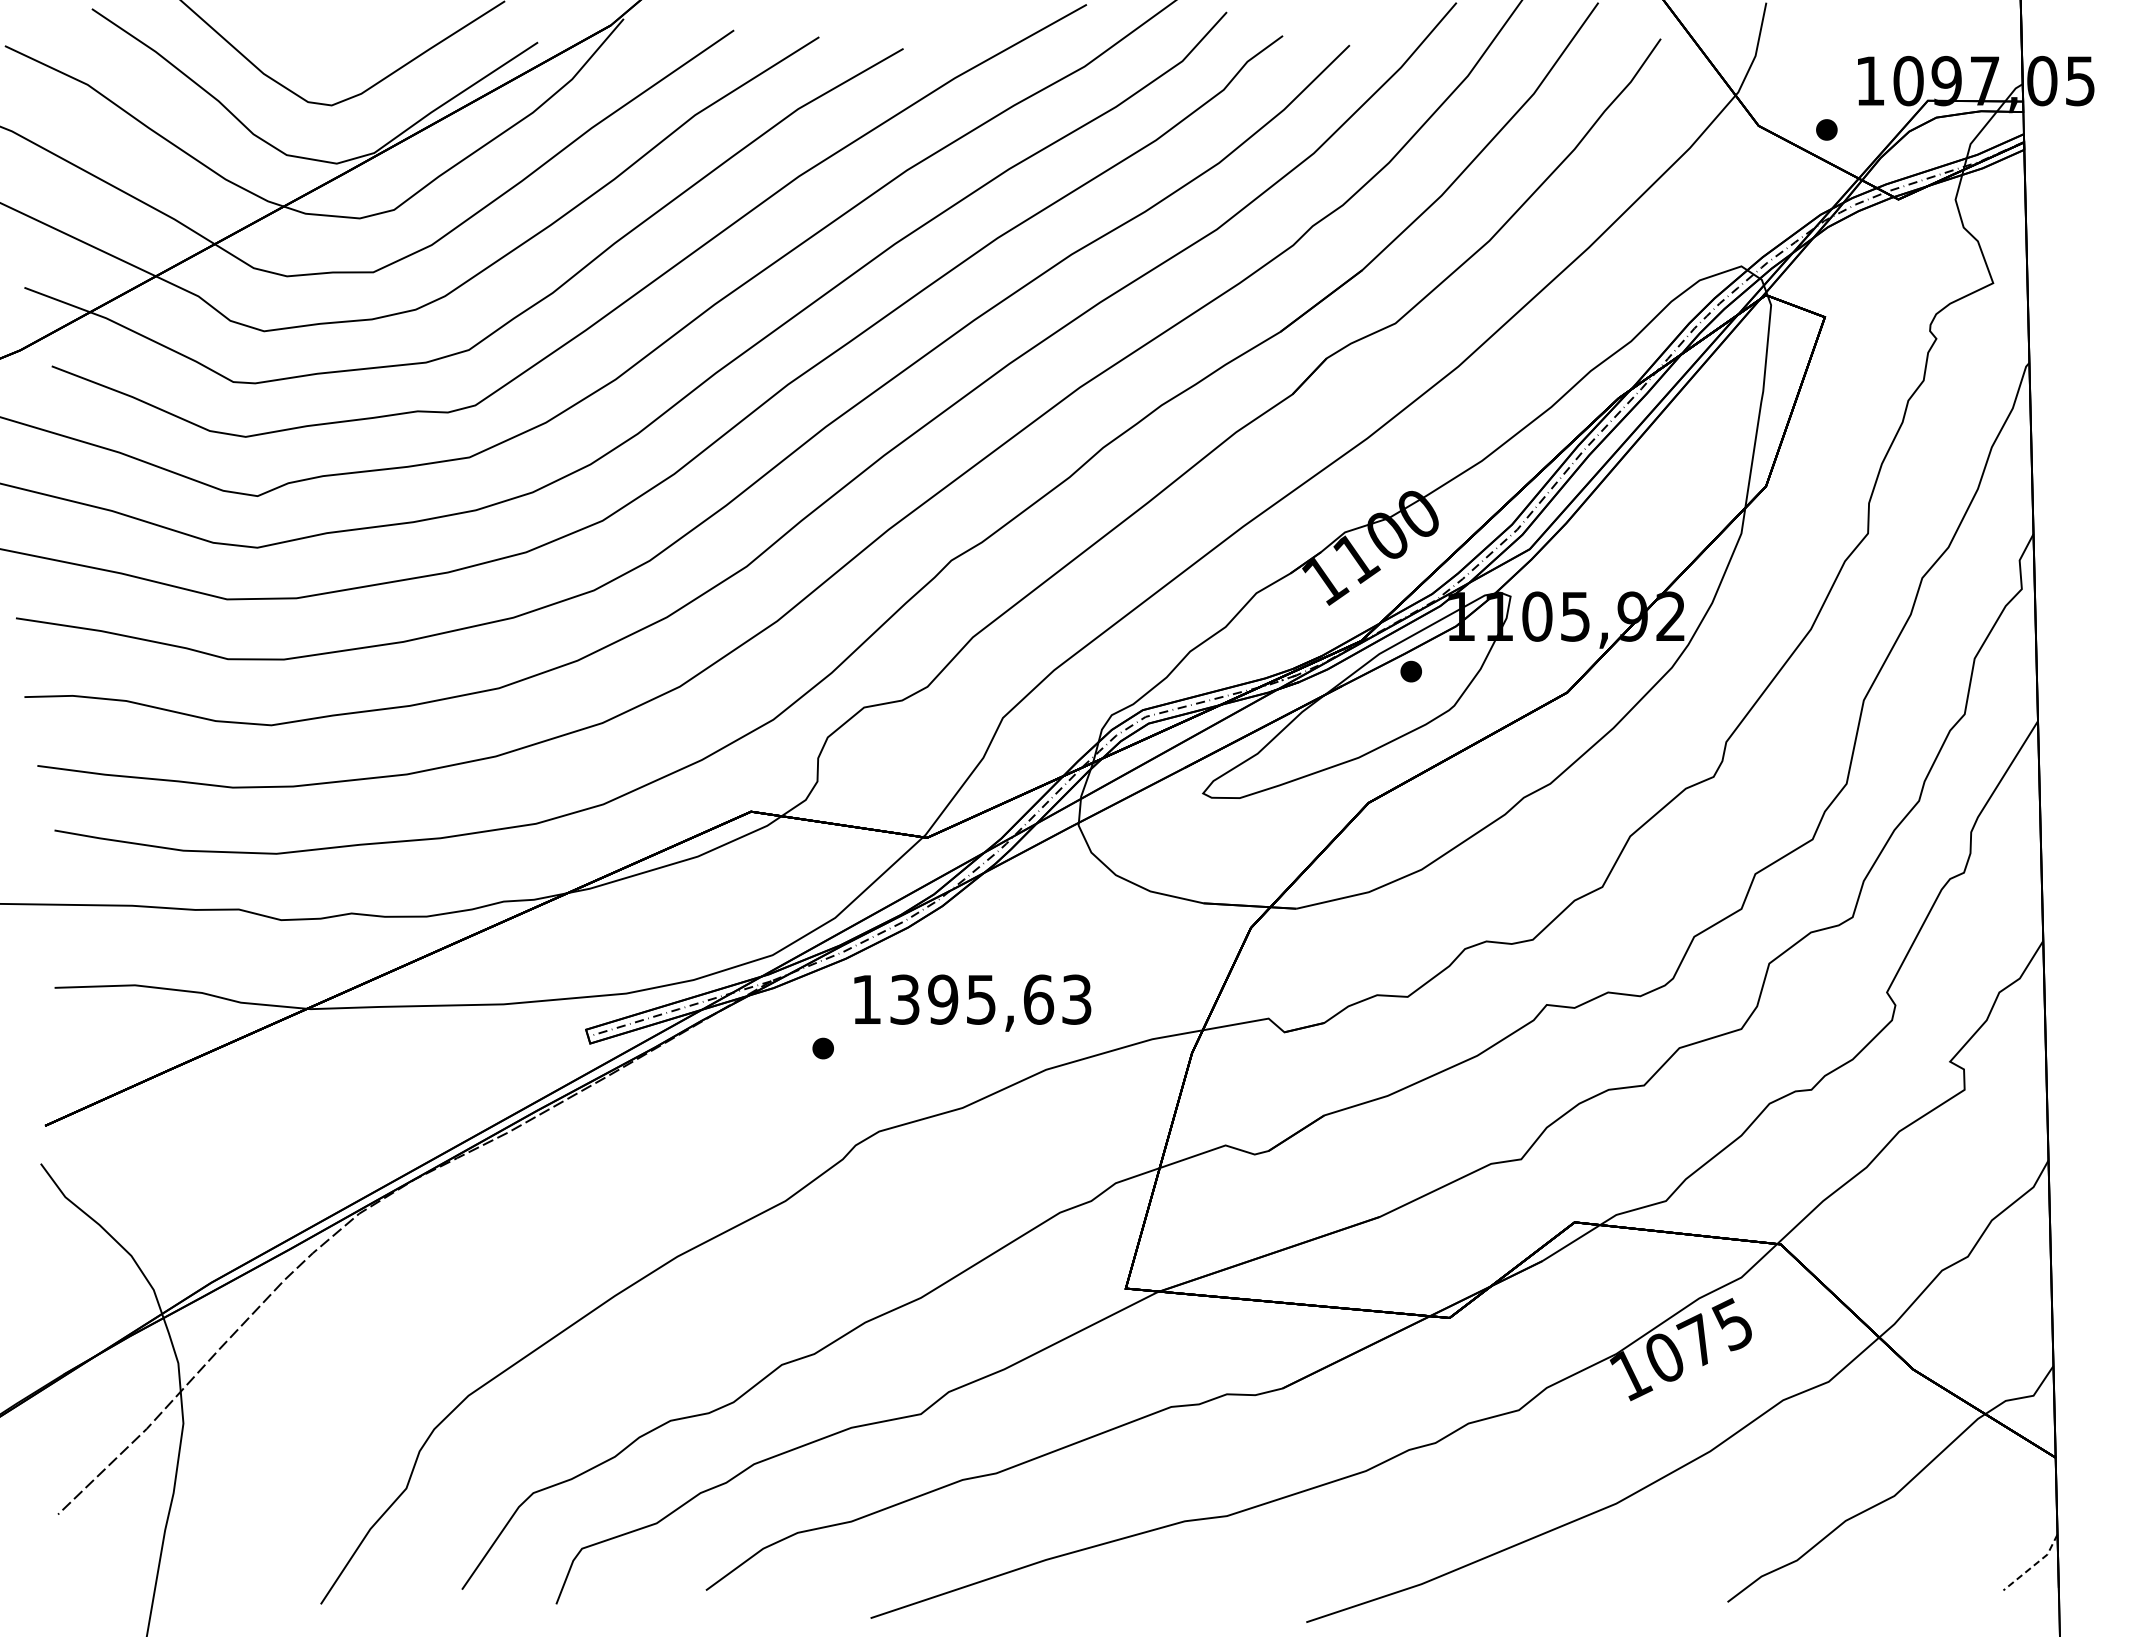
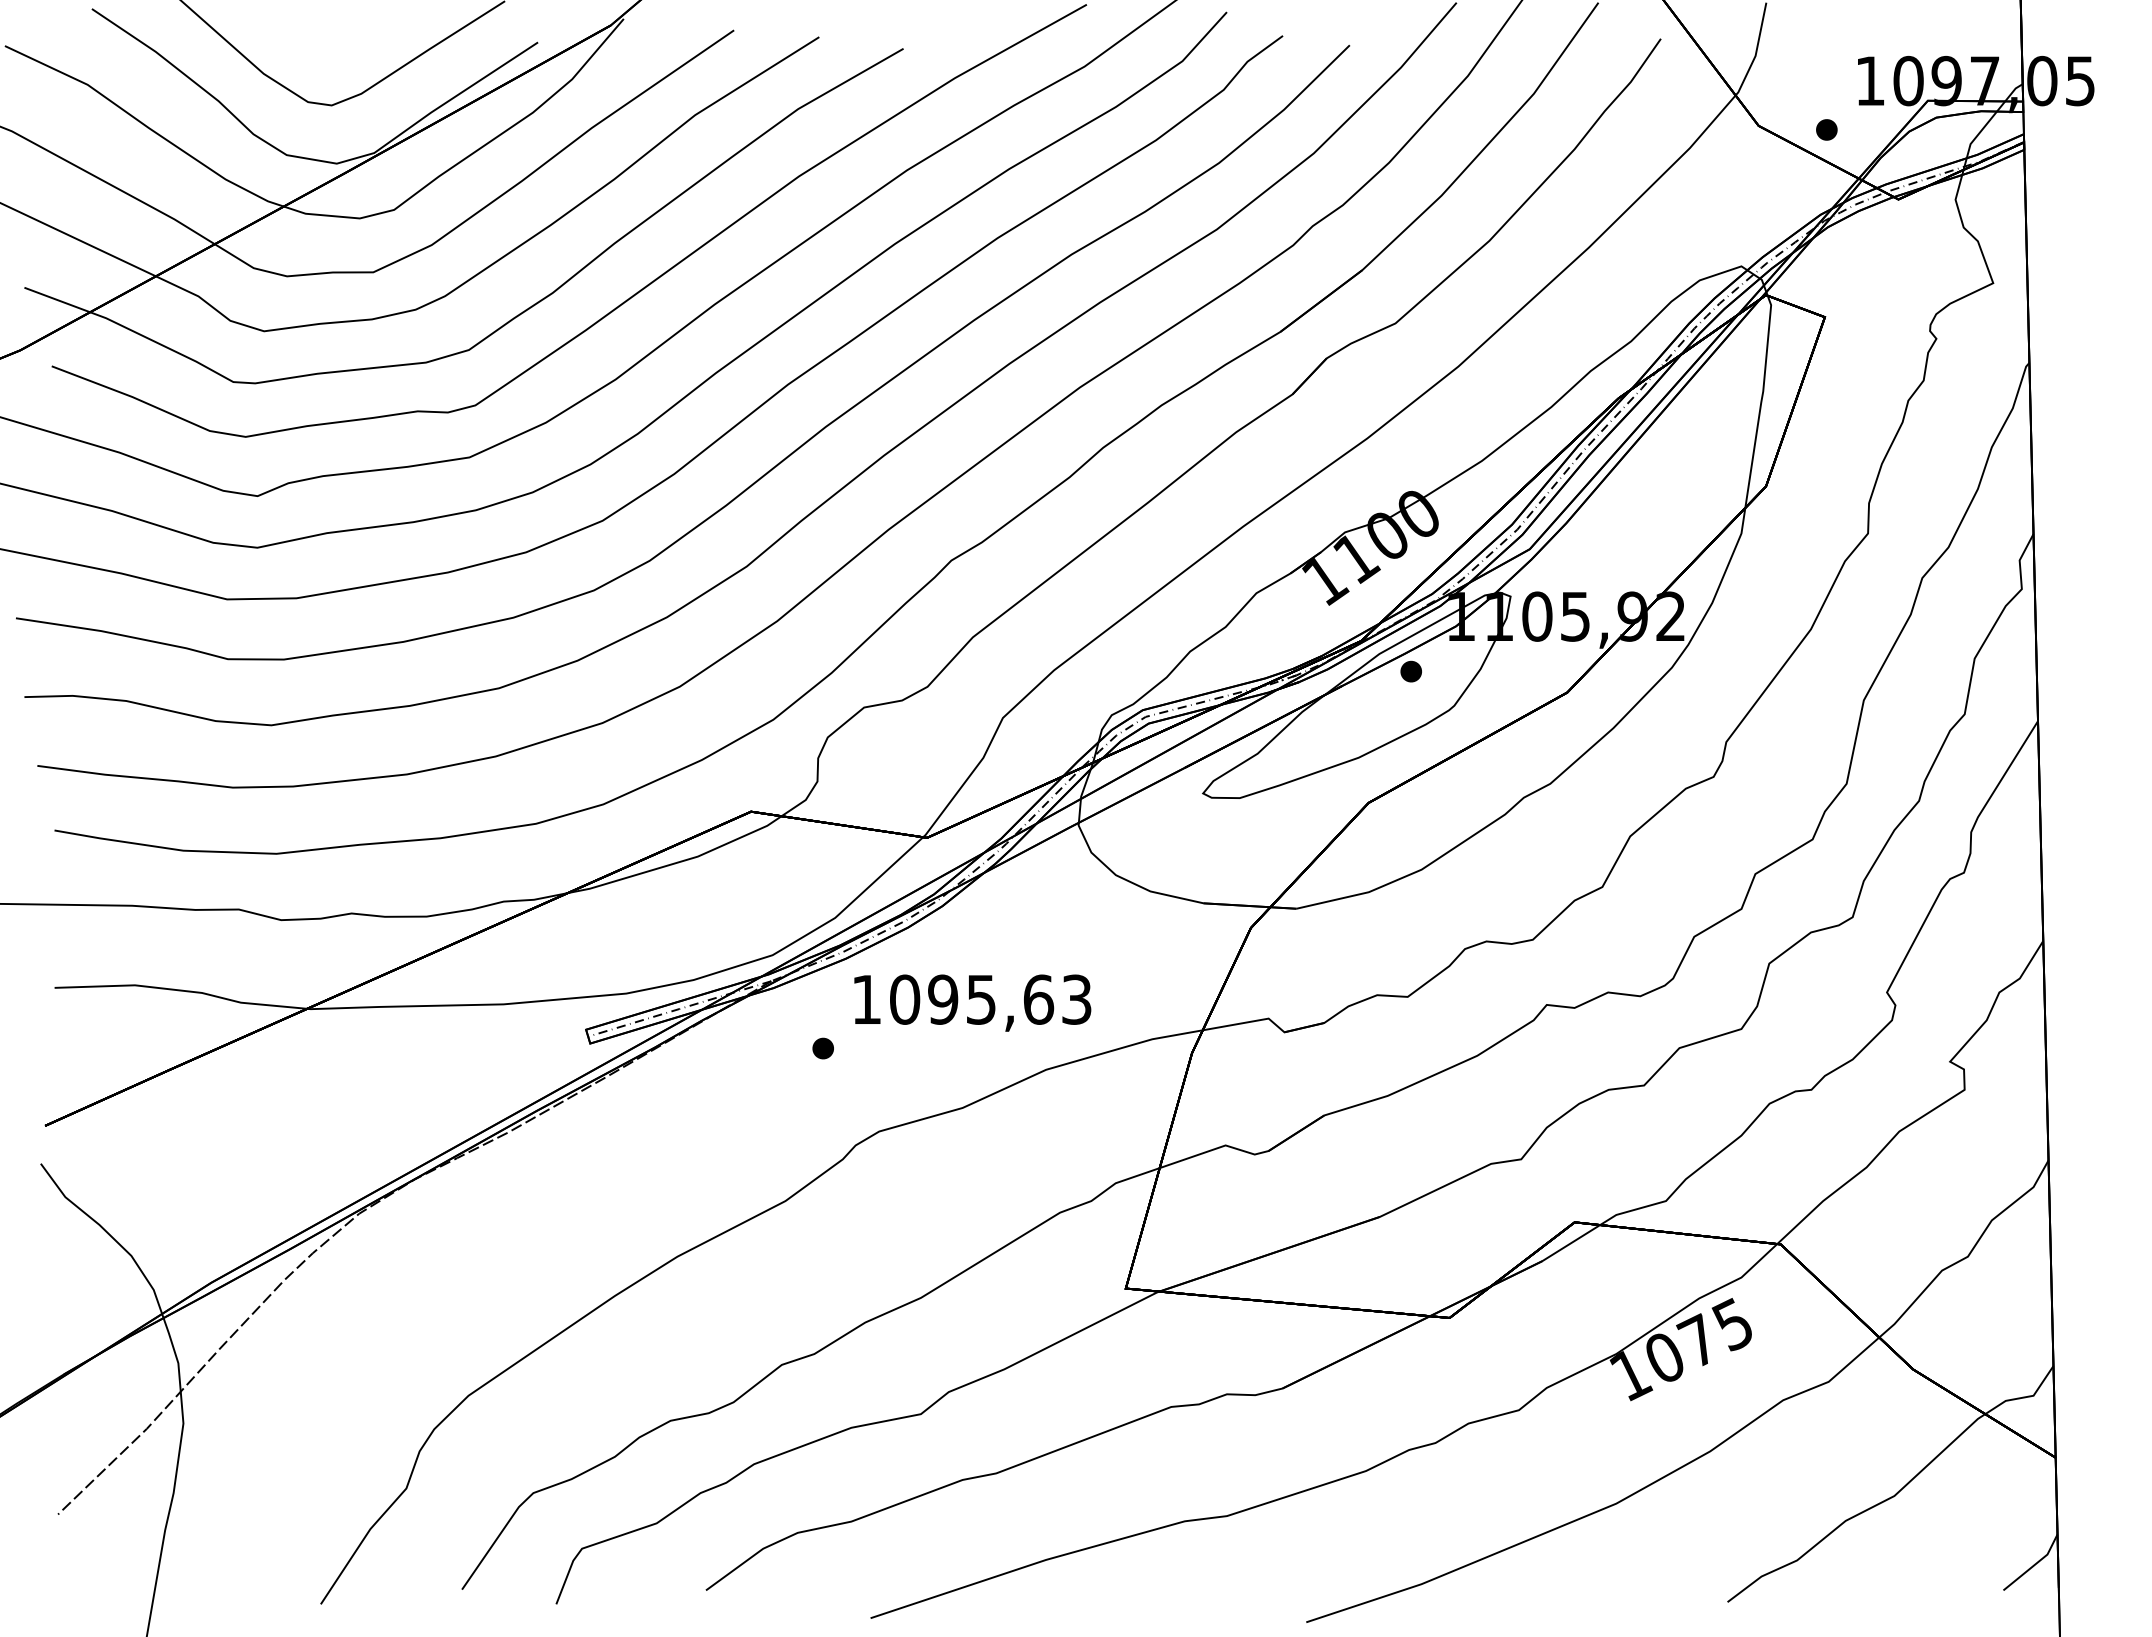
text at (905, 999): 1395,63 -> 1095,63
line at (2034, 1565): dashed -> solid
